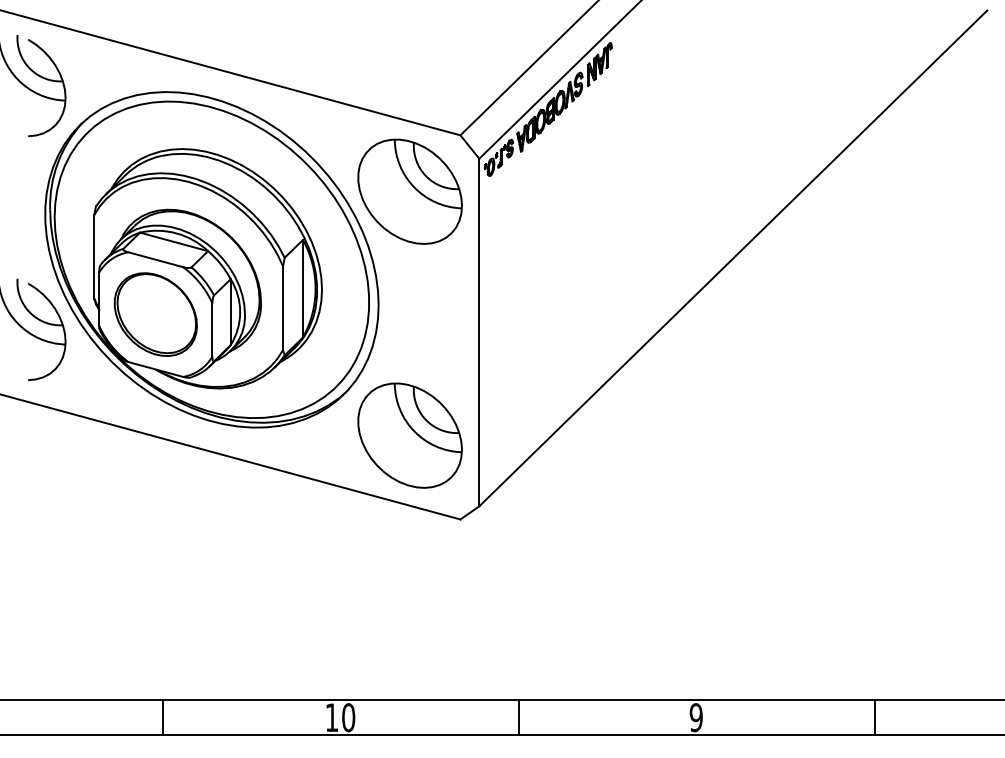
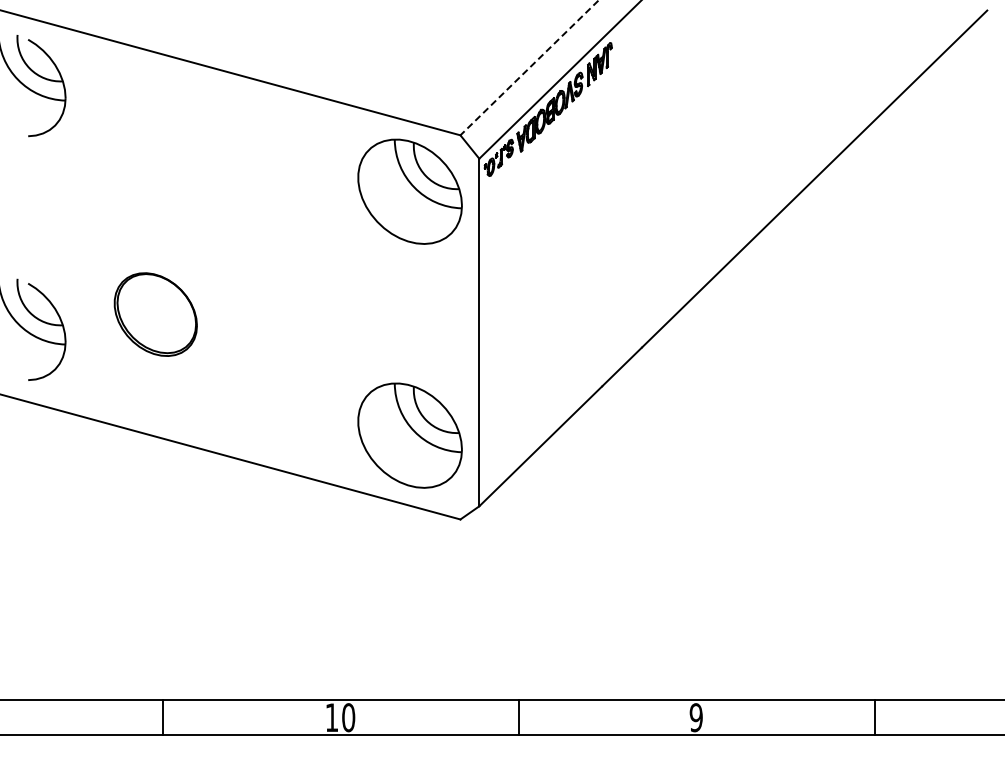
line at (529, 68): solid -> dashed
part at (211, 259): present -> none
